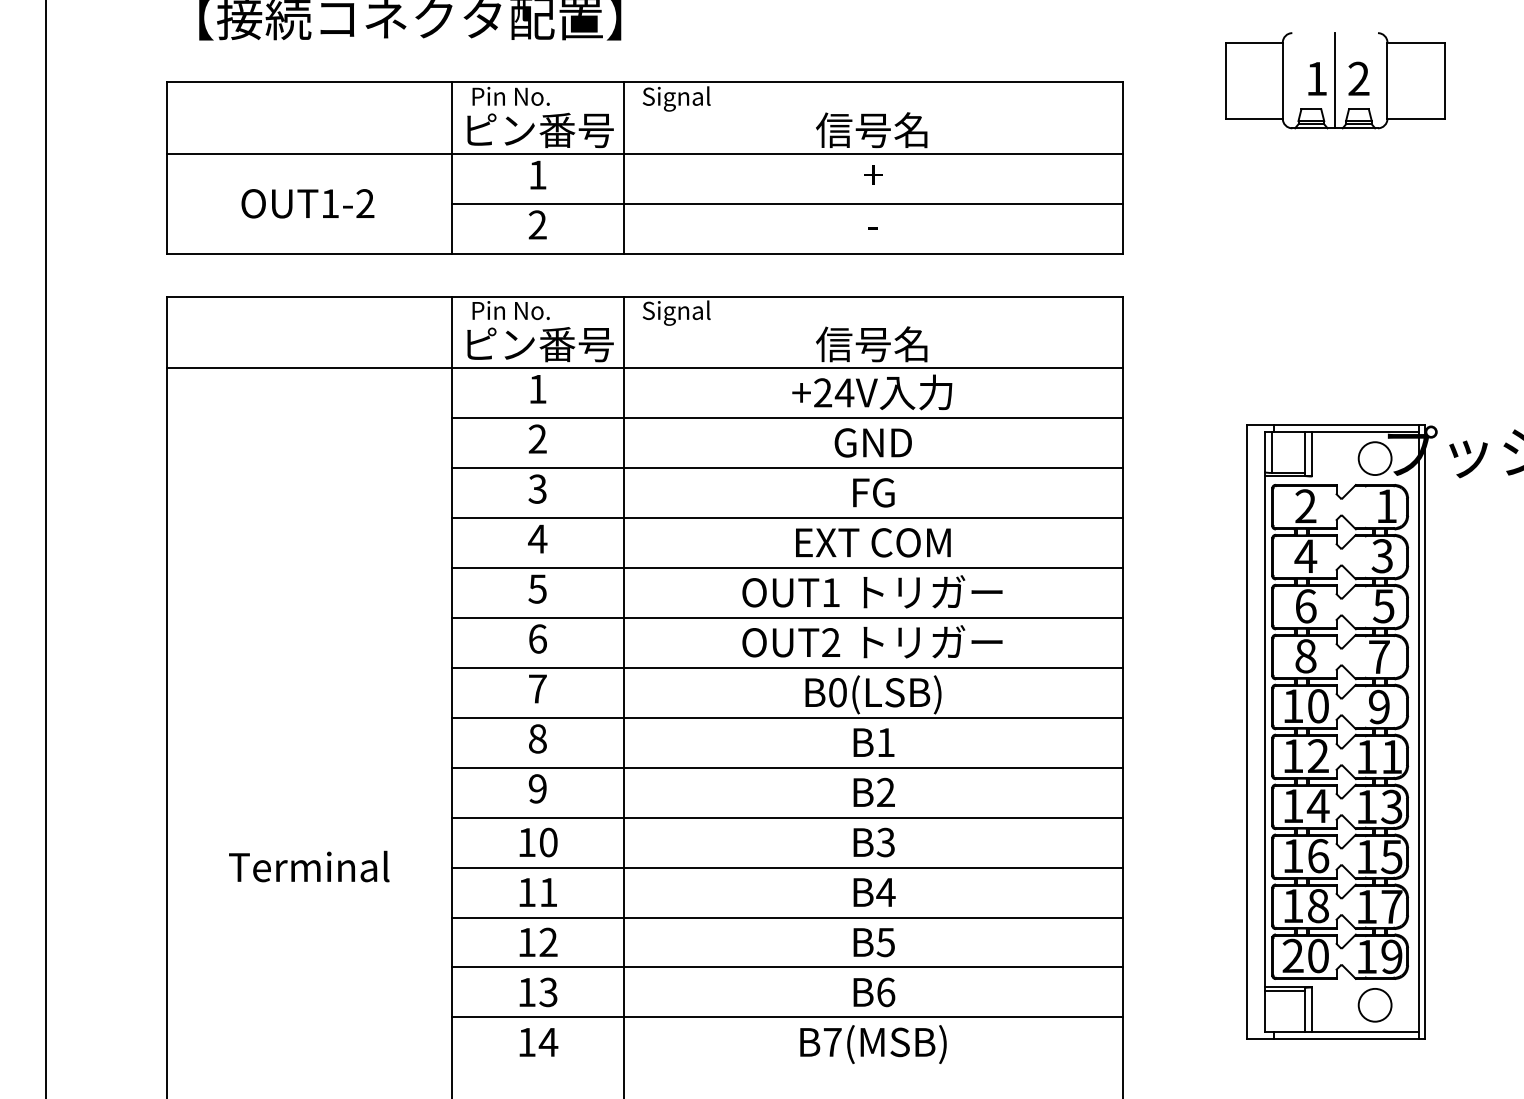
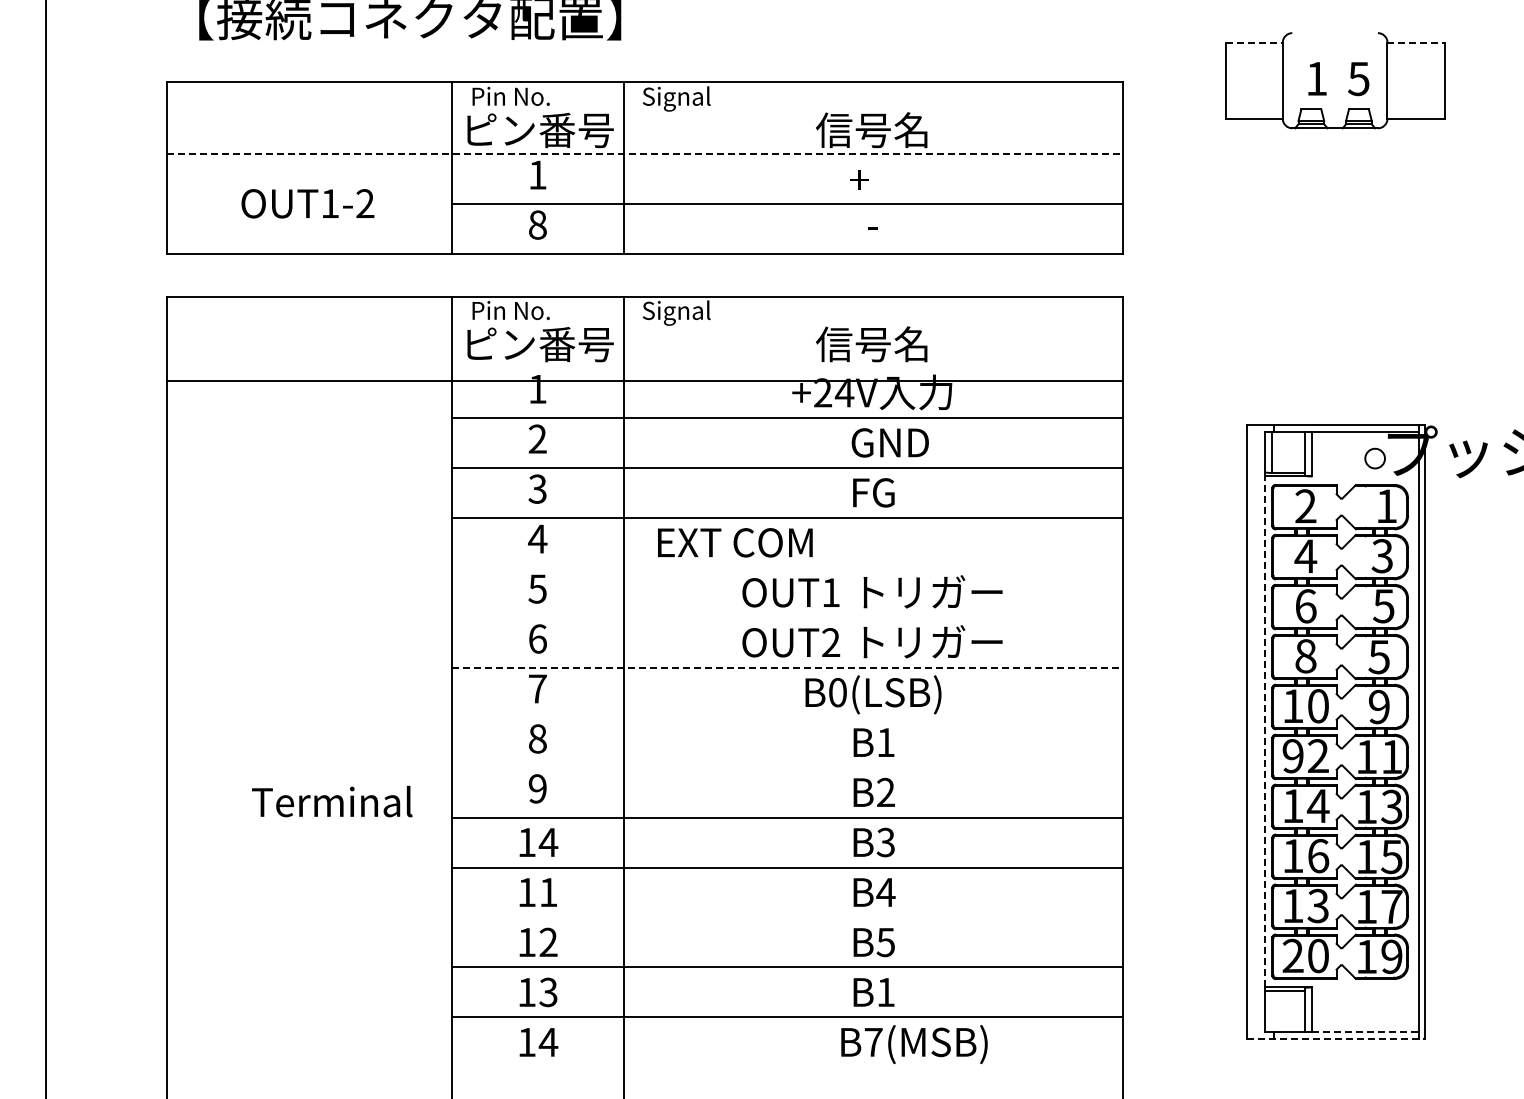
line at (1254, 42): solid -> dashed
line at (1416, 42): solid -> dashed
text at (1358, 78): 2 -> 5
line at (1335, 80): present -> none
line at (645, 153): solid -> dashed
text at (873, 174) position: (873, 174) -> (859, 179)
text at (537, 224): 2 -> 8
line at (644, 368) position: (644, 368) -> (644, 381)
text at (872, 442) position: (872, 442) -> (889, 442)
circle at (1374, 458) diameter: 33 px -> 20 px
text at (873, 542) position: (873, 542) -> (735, 542)
line at (787, 567): present -> none
line at (787, 617): present -> none
text at (1378, 657): 7 -> 5
line at (788, 667): solid -> dashed
line at (787, 717): present -> none
line at (1265, 731): solid -> dashed
text at (1292, 756): 12 -> 92
line at (787, 767): present -> none
text at (548, 842): 10 -> 14
text at (309, 866) position: (309, 866) -> (332, 801)
text at (1317, 905): 18 -> 13
line at (787, 917): present -> none
text at (886, 992): B6 -> B1
circle at (1374, 1005): present -> none
line at (1365, 1031): solid -> dashed
line at (1336, 1038): solid -> dashed
text at (873, 1044) position: (873, 1044) -> (914, 1044)
